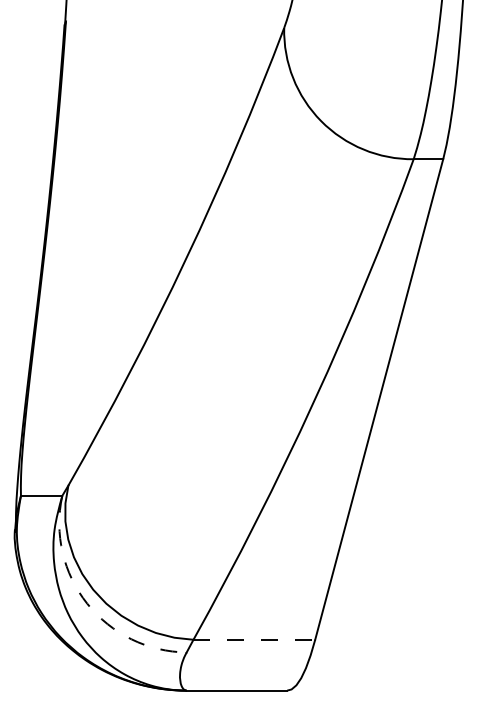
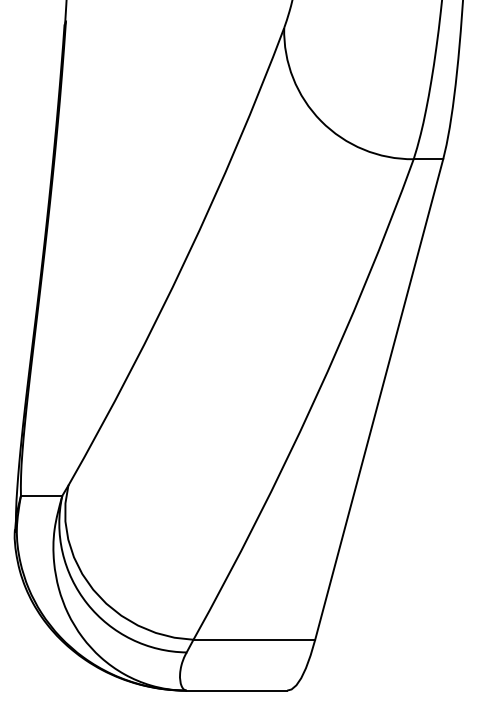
arc at (87, 603): dashed -> solid
line at (254, 639): dashed -> solid
